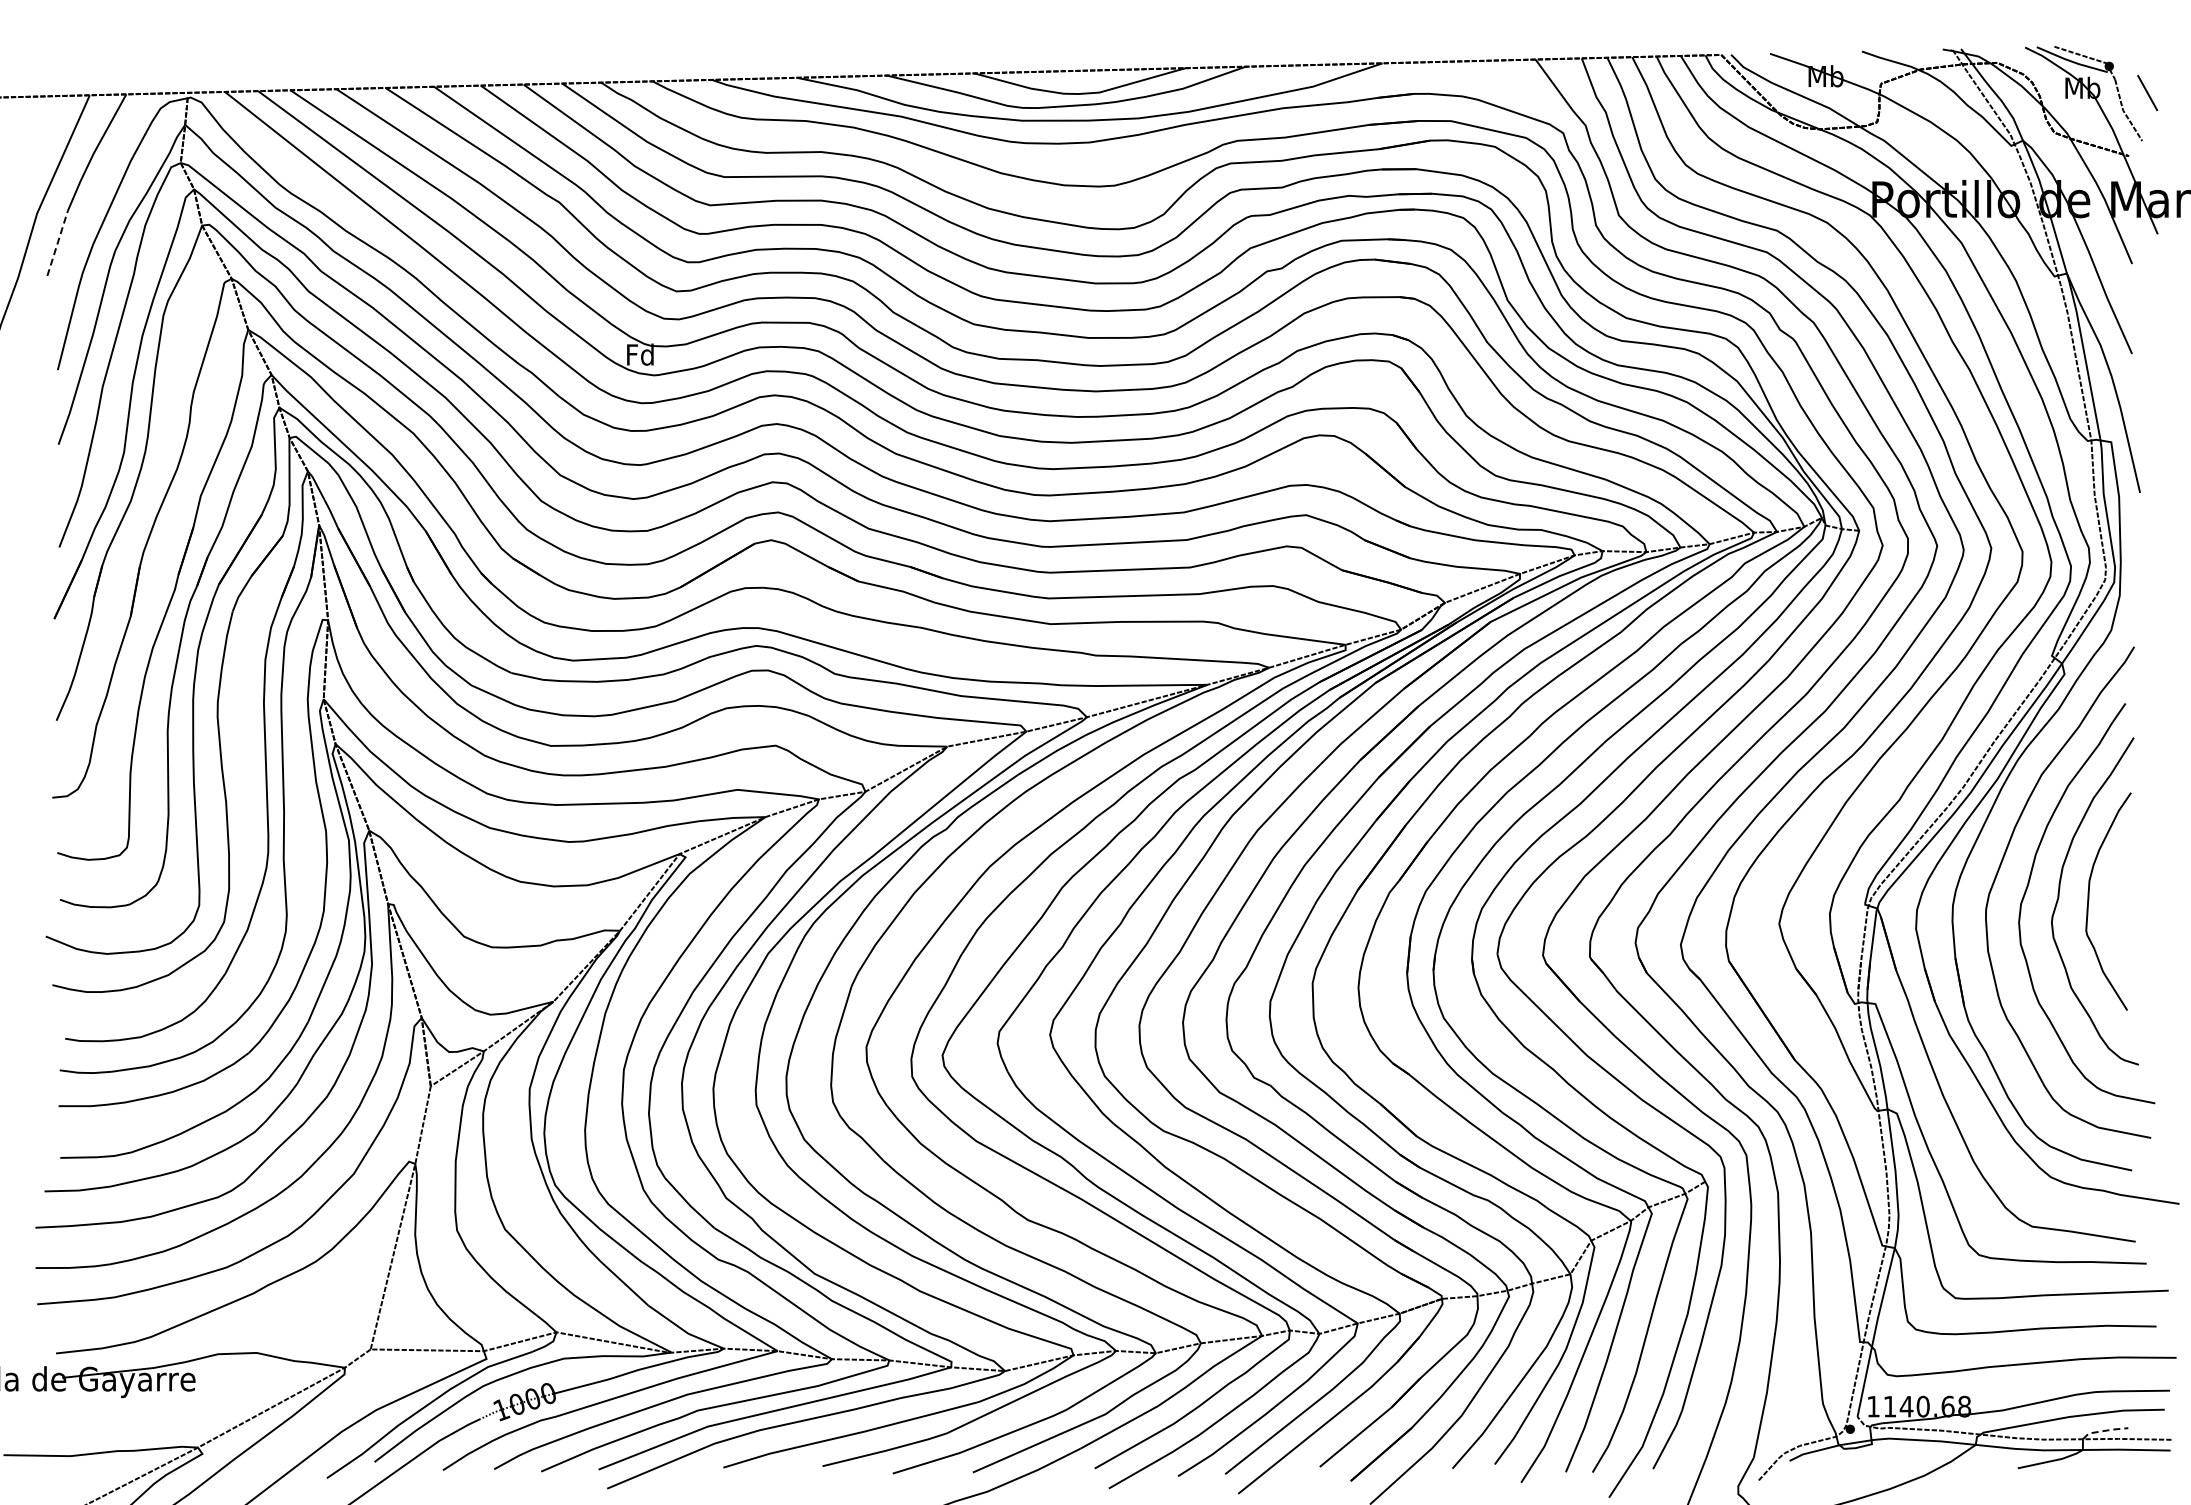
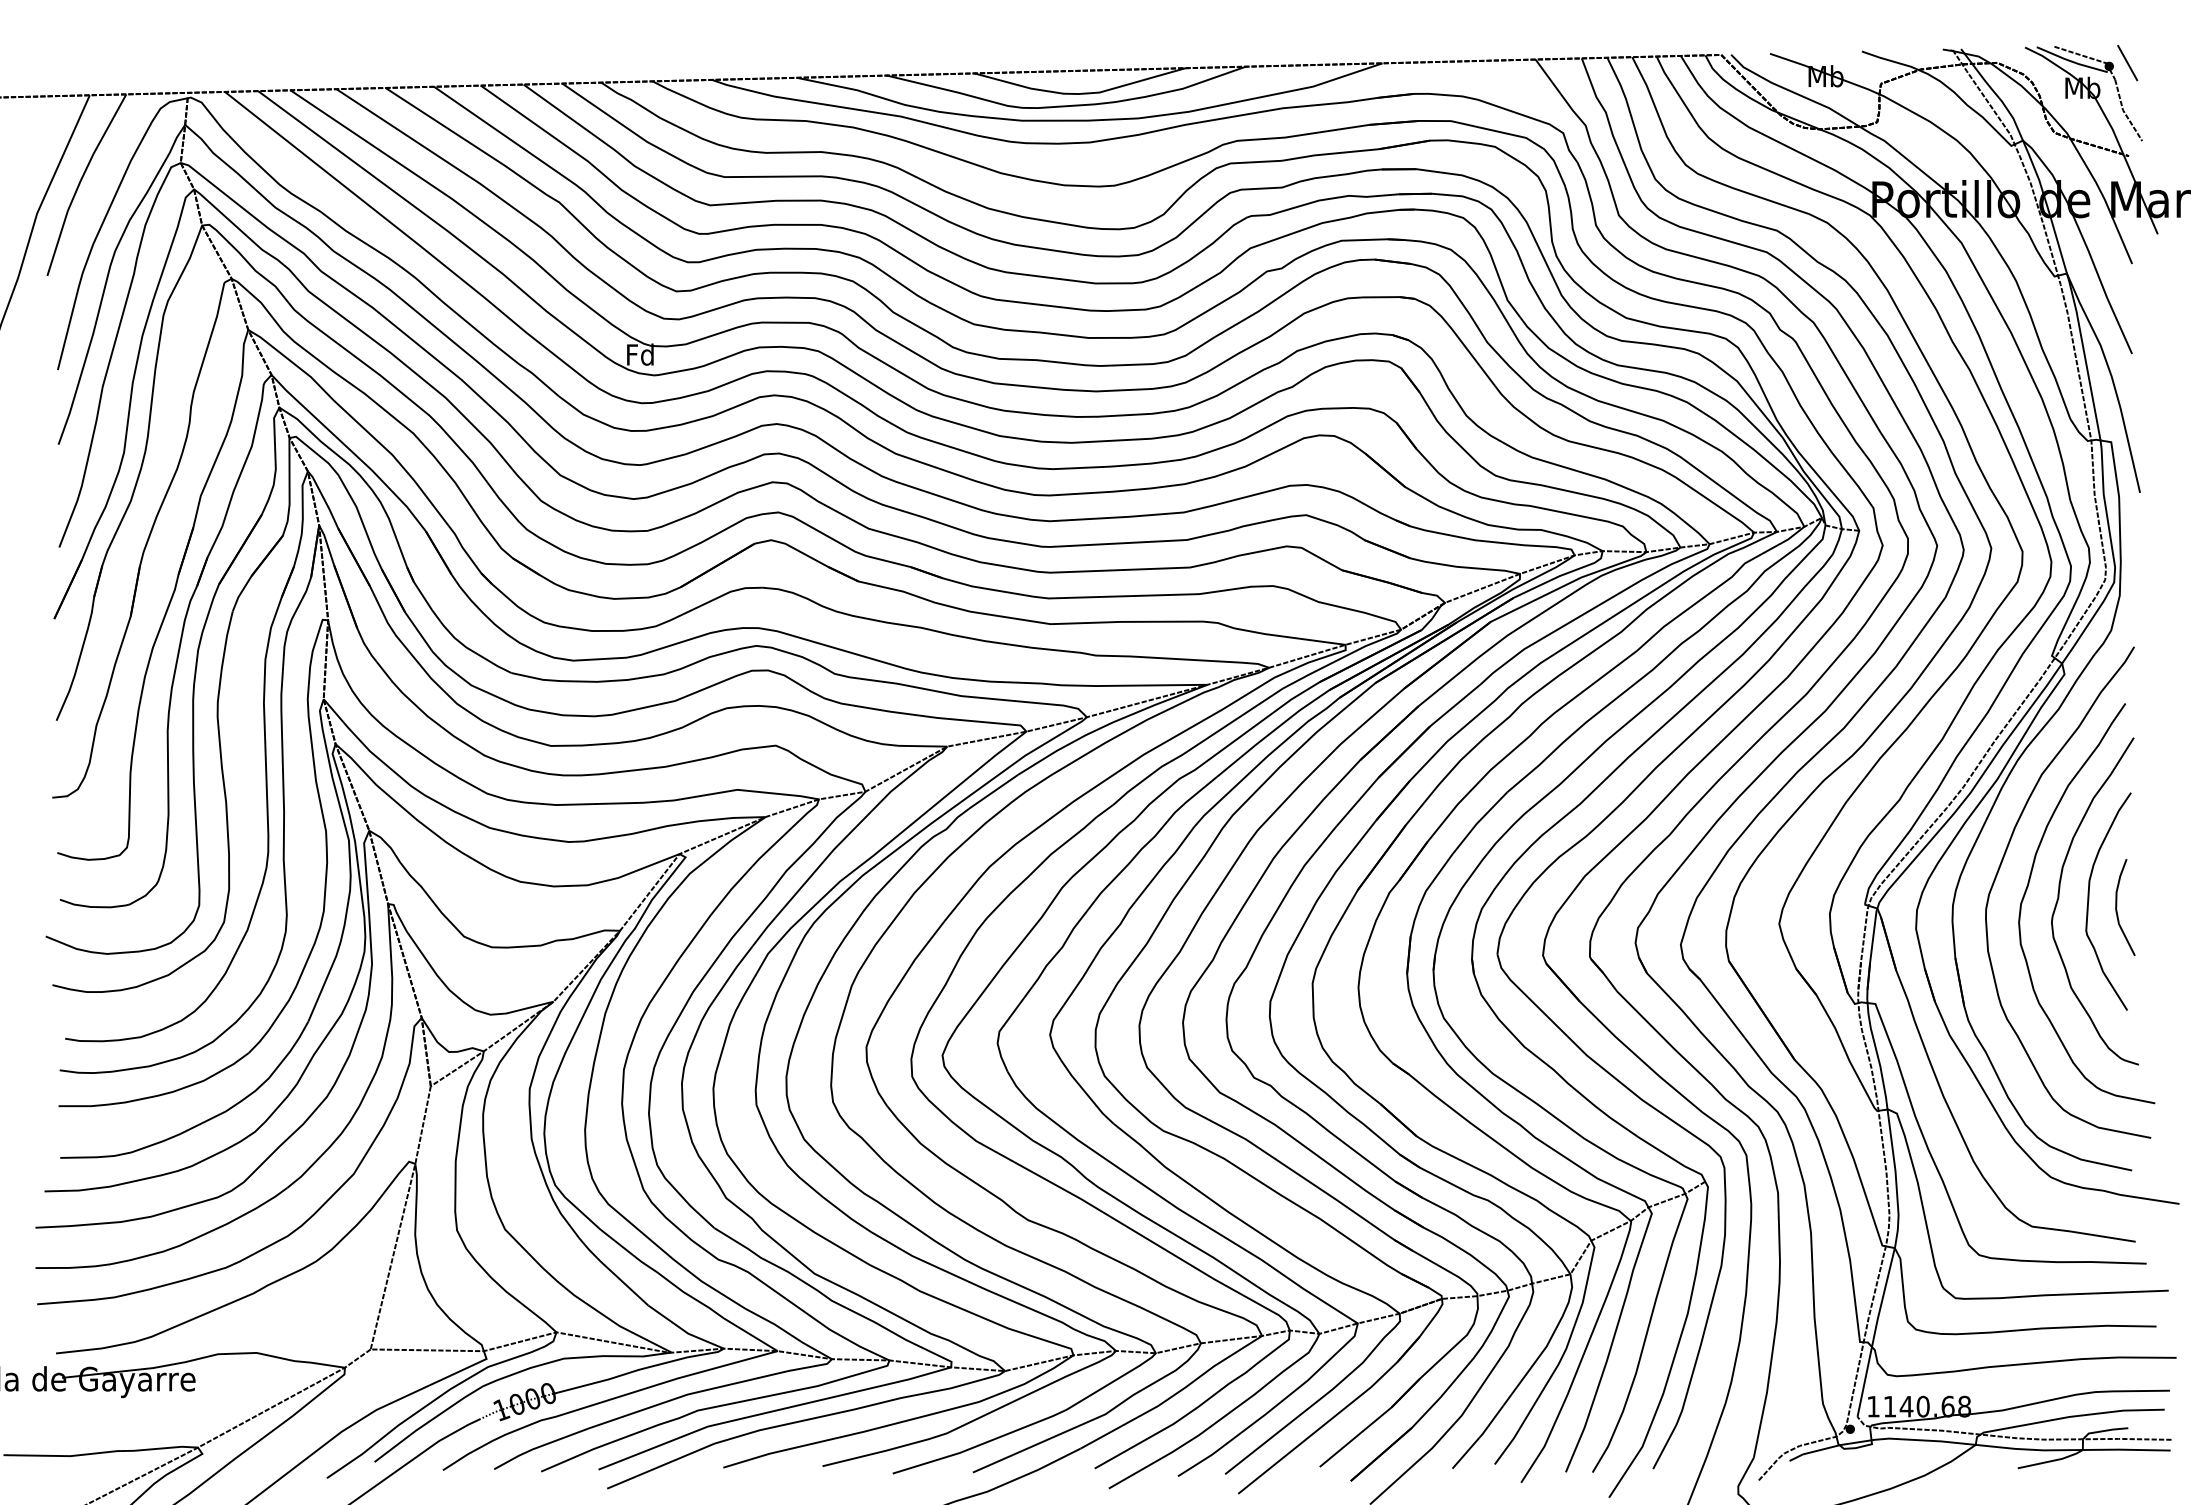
line at (2147, 93) position: (2147, 93) -> (2127, 63)
line at (57, 242): dashed -> solid
curve at (2117, 907): none -> present
line at (2104, 1431): dashed -> solid
